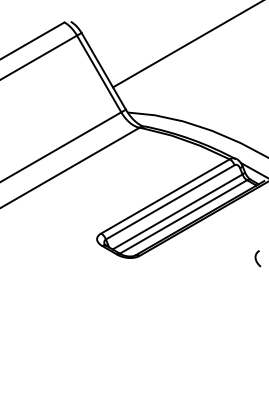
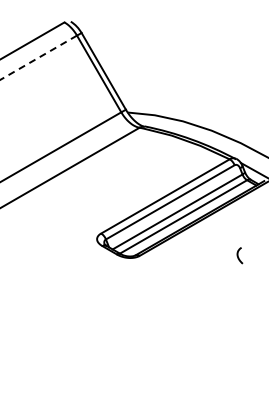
line at (186, 44): present -> none
line at (38, 58): solid -> dashed
curve at (256, 258) position: (256, 258) -> (238, 255)
